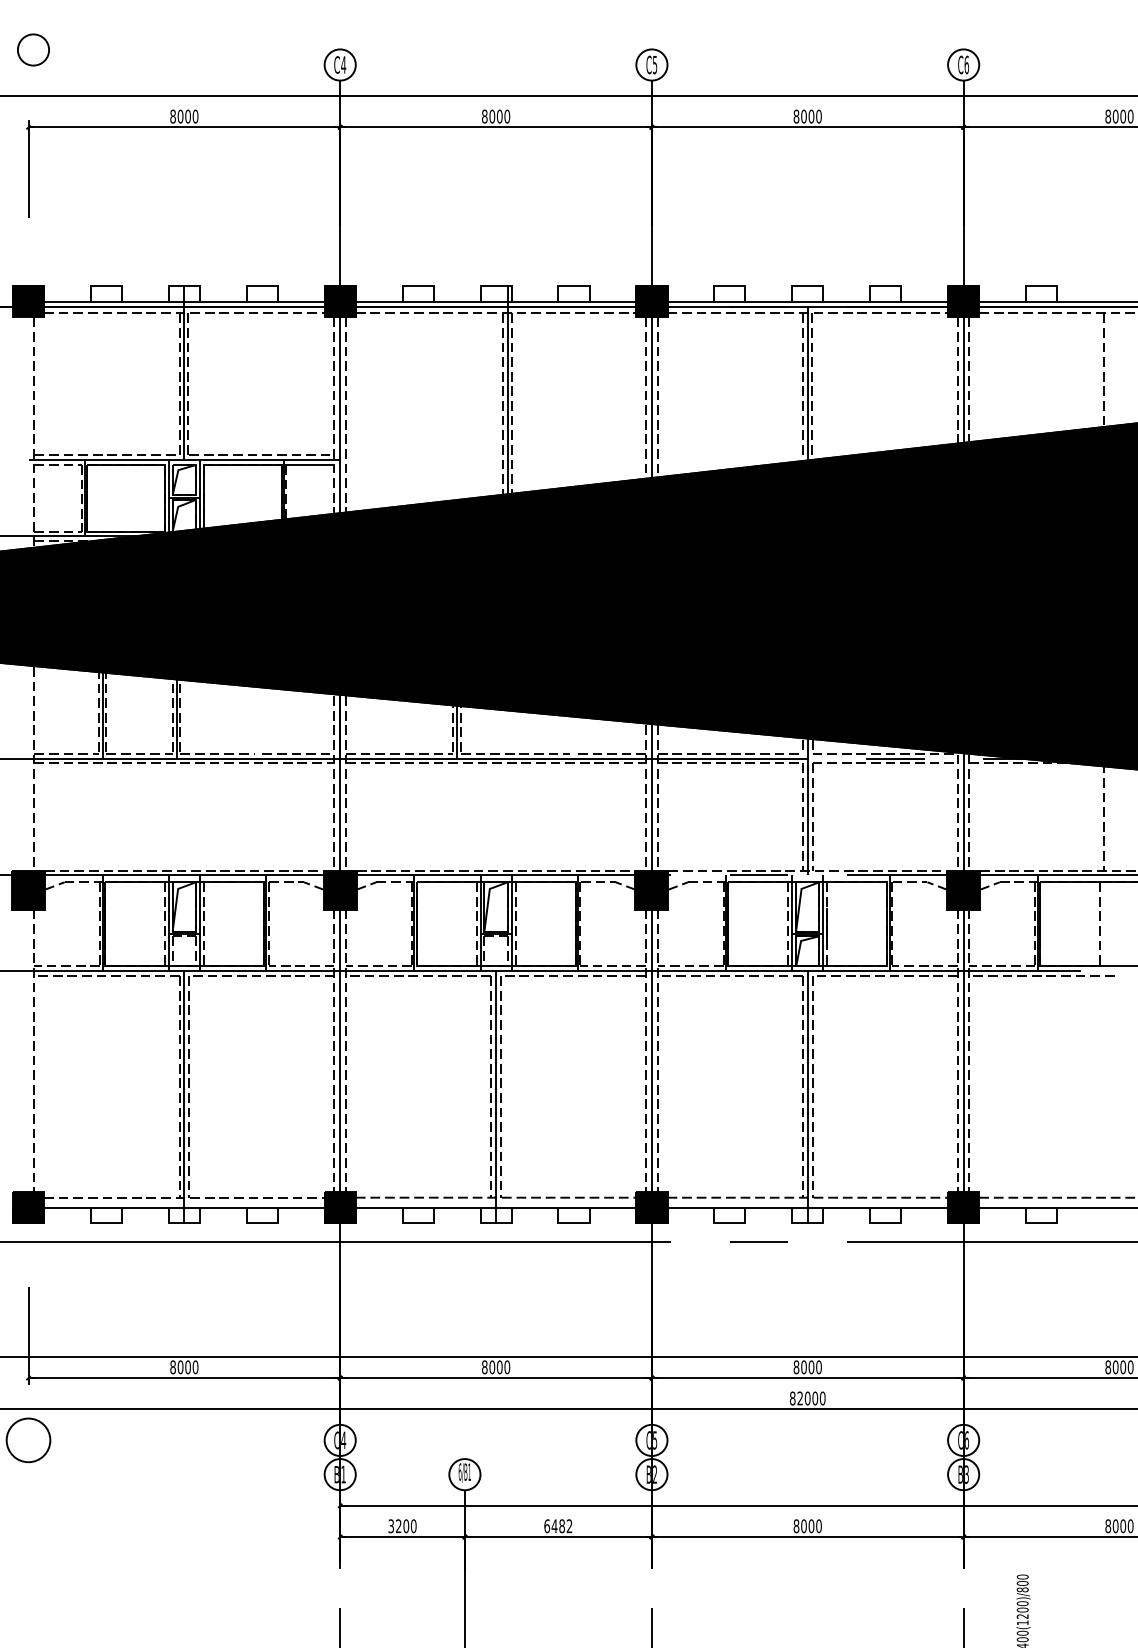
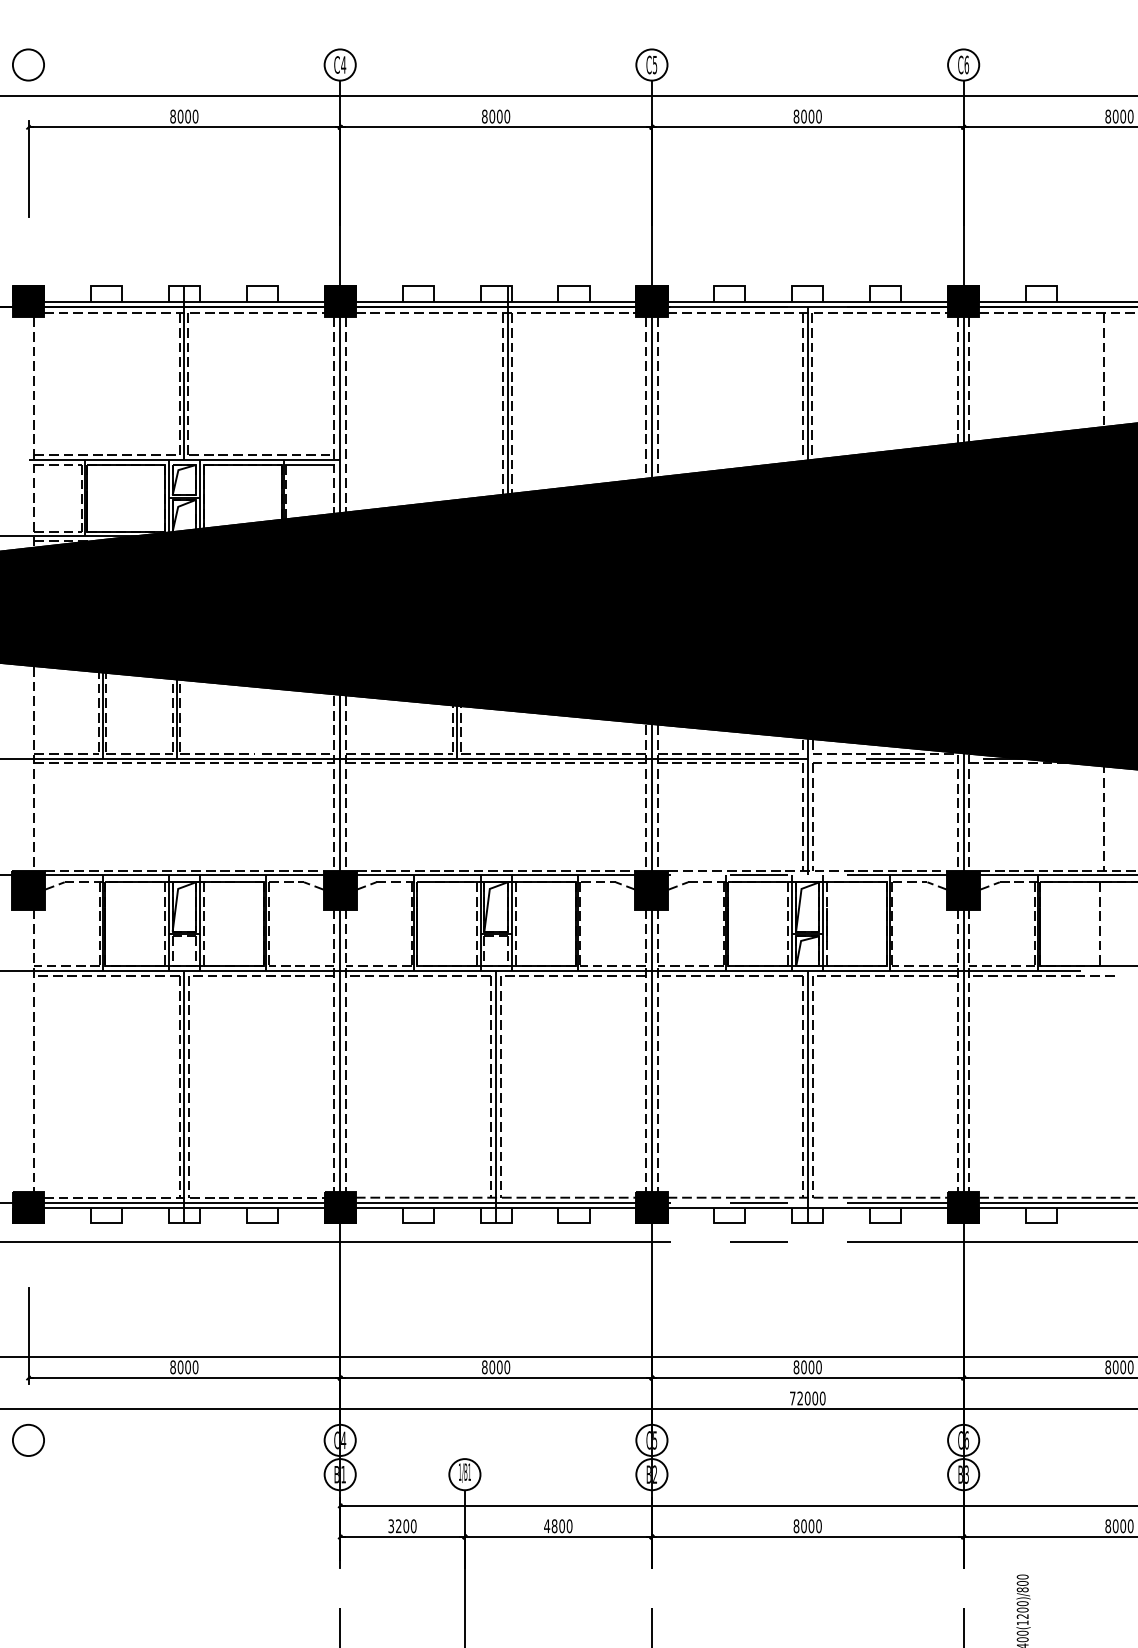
circle at (33, 49) position: (33, 49) -> (28, 64)
line at (568, 1202): none -> present
text at (792, 1398): 82000 -> 72000
circle at (28, 1440) size: 47x47 px -> 33x33 px
text at (459, 1471): 6/B1 -> 1/B1
text at (558, 1526): 6482 -> 4800
